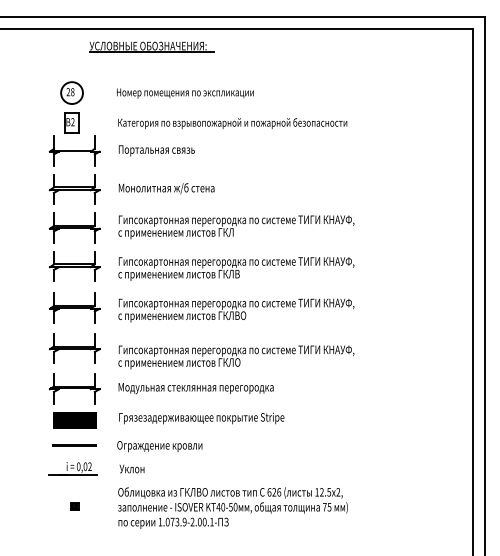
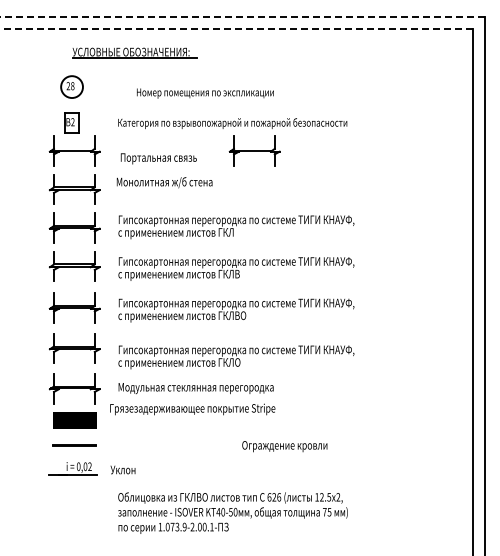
line at (242, 16): solid -> dashed
line at (236, 28): solid -> dashed
part at (151, 46) position: (151, 46) -> (134, 52)
part at (71, 92) position: (71, 92) -> (71, 86)
text at (185, 93) position: (185, 93) -> (205, 93)
text at (156, 150) position: (156, 150) -> (158, 158)
part at (254, 150): none -> present
text at (166, 188) position: (166, 188) -> (164, 182)
text at (201, 418) position: (201, 418) -> (192, 409)
text at (159, 446) position: (159, 446) -> (284, 446)
text at (131, 468) position: (131, 468) -> (122, 469)
part at (74, 506): present -> none
text at (232, 507) position: (232, 507) -> (232, 512)
